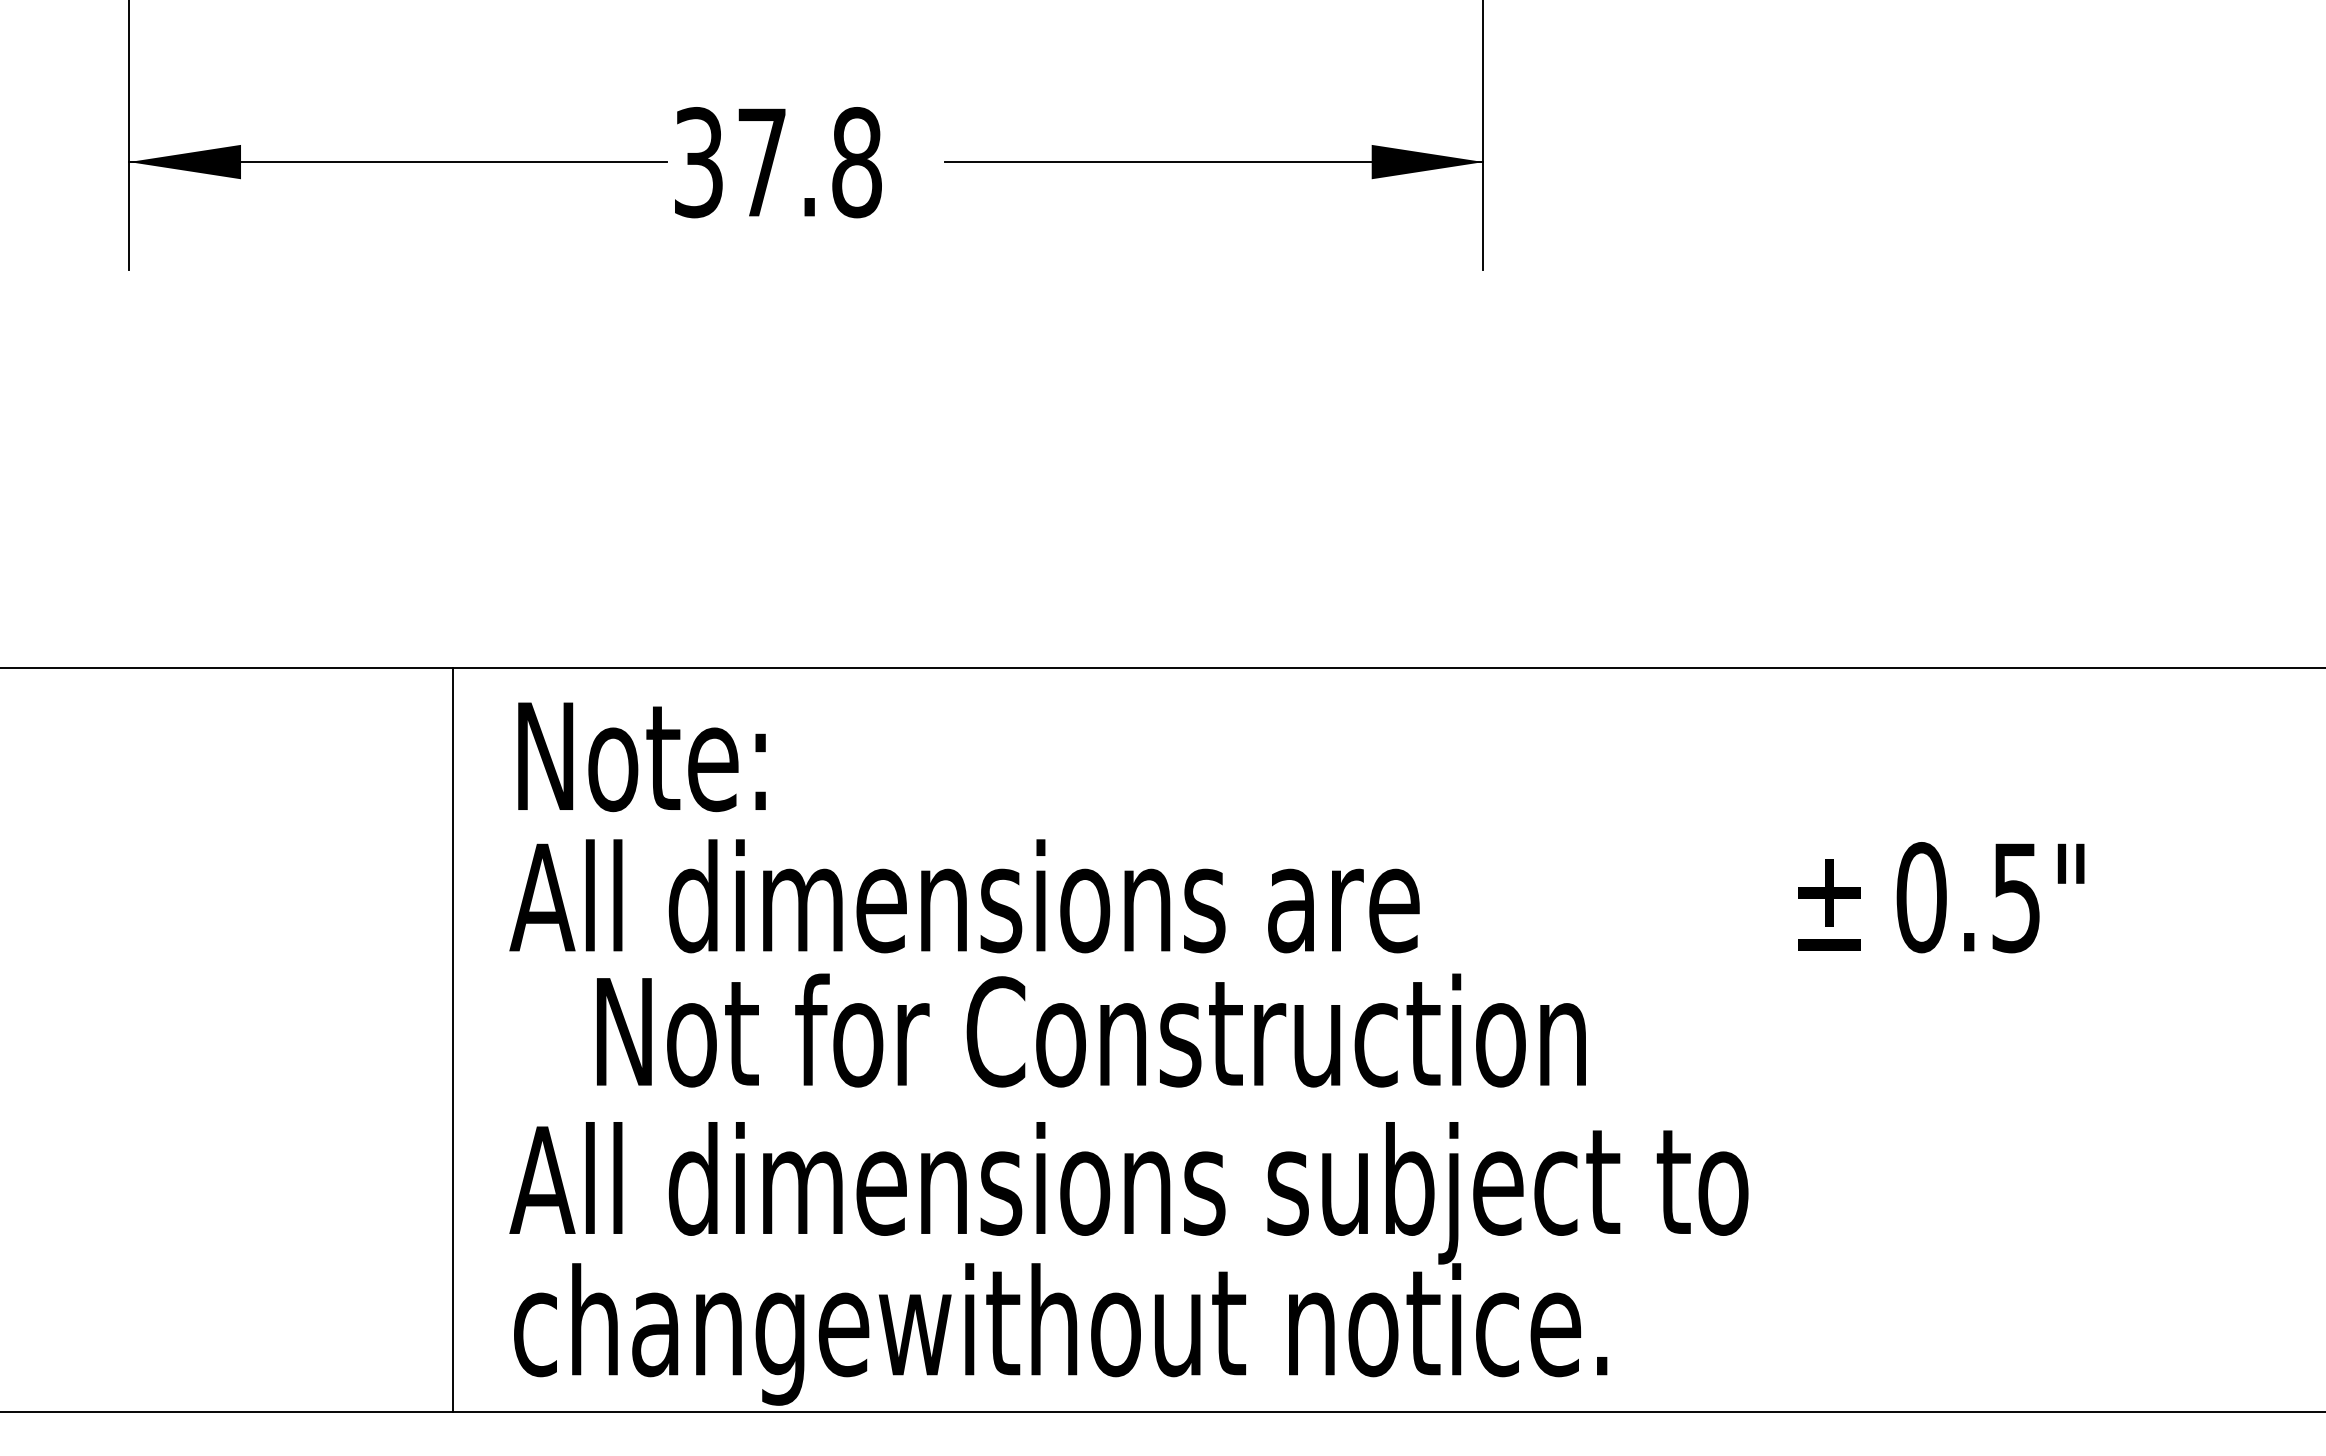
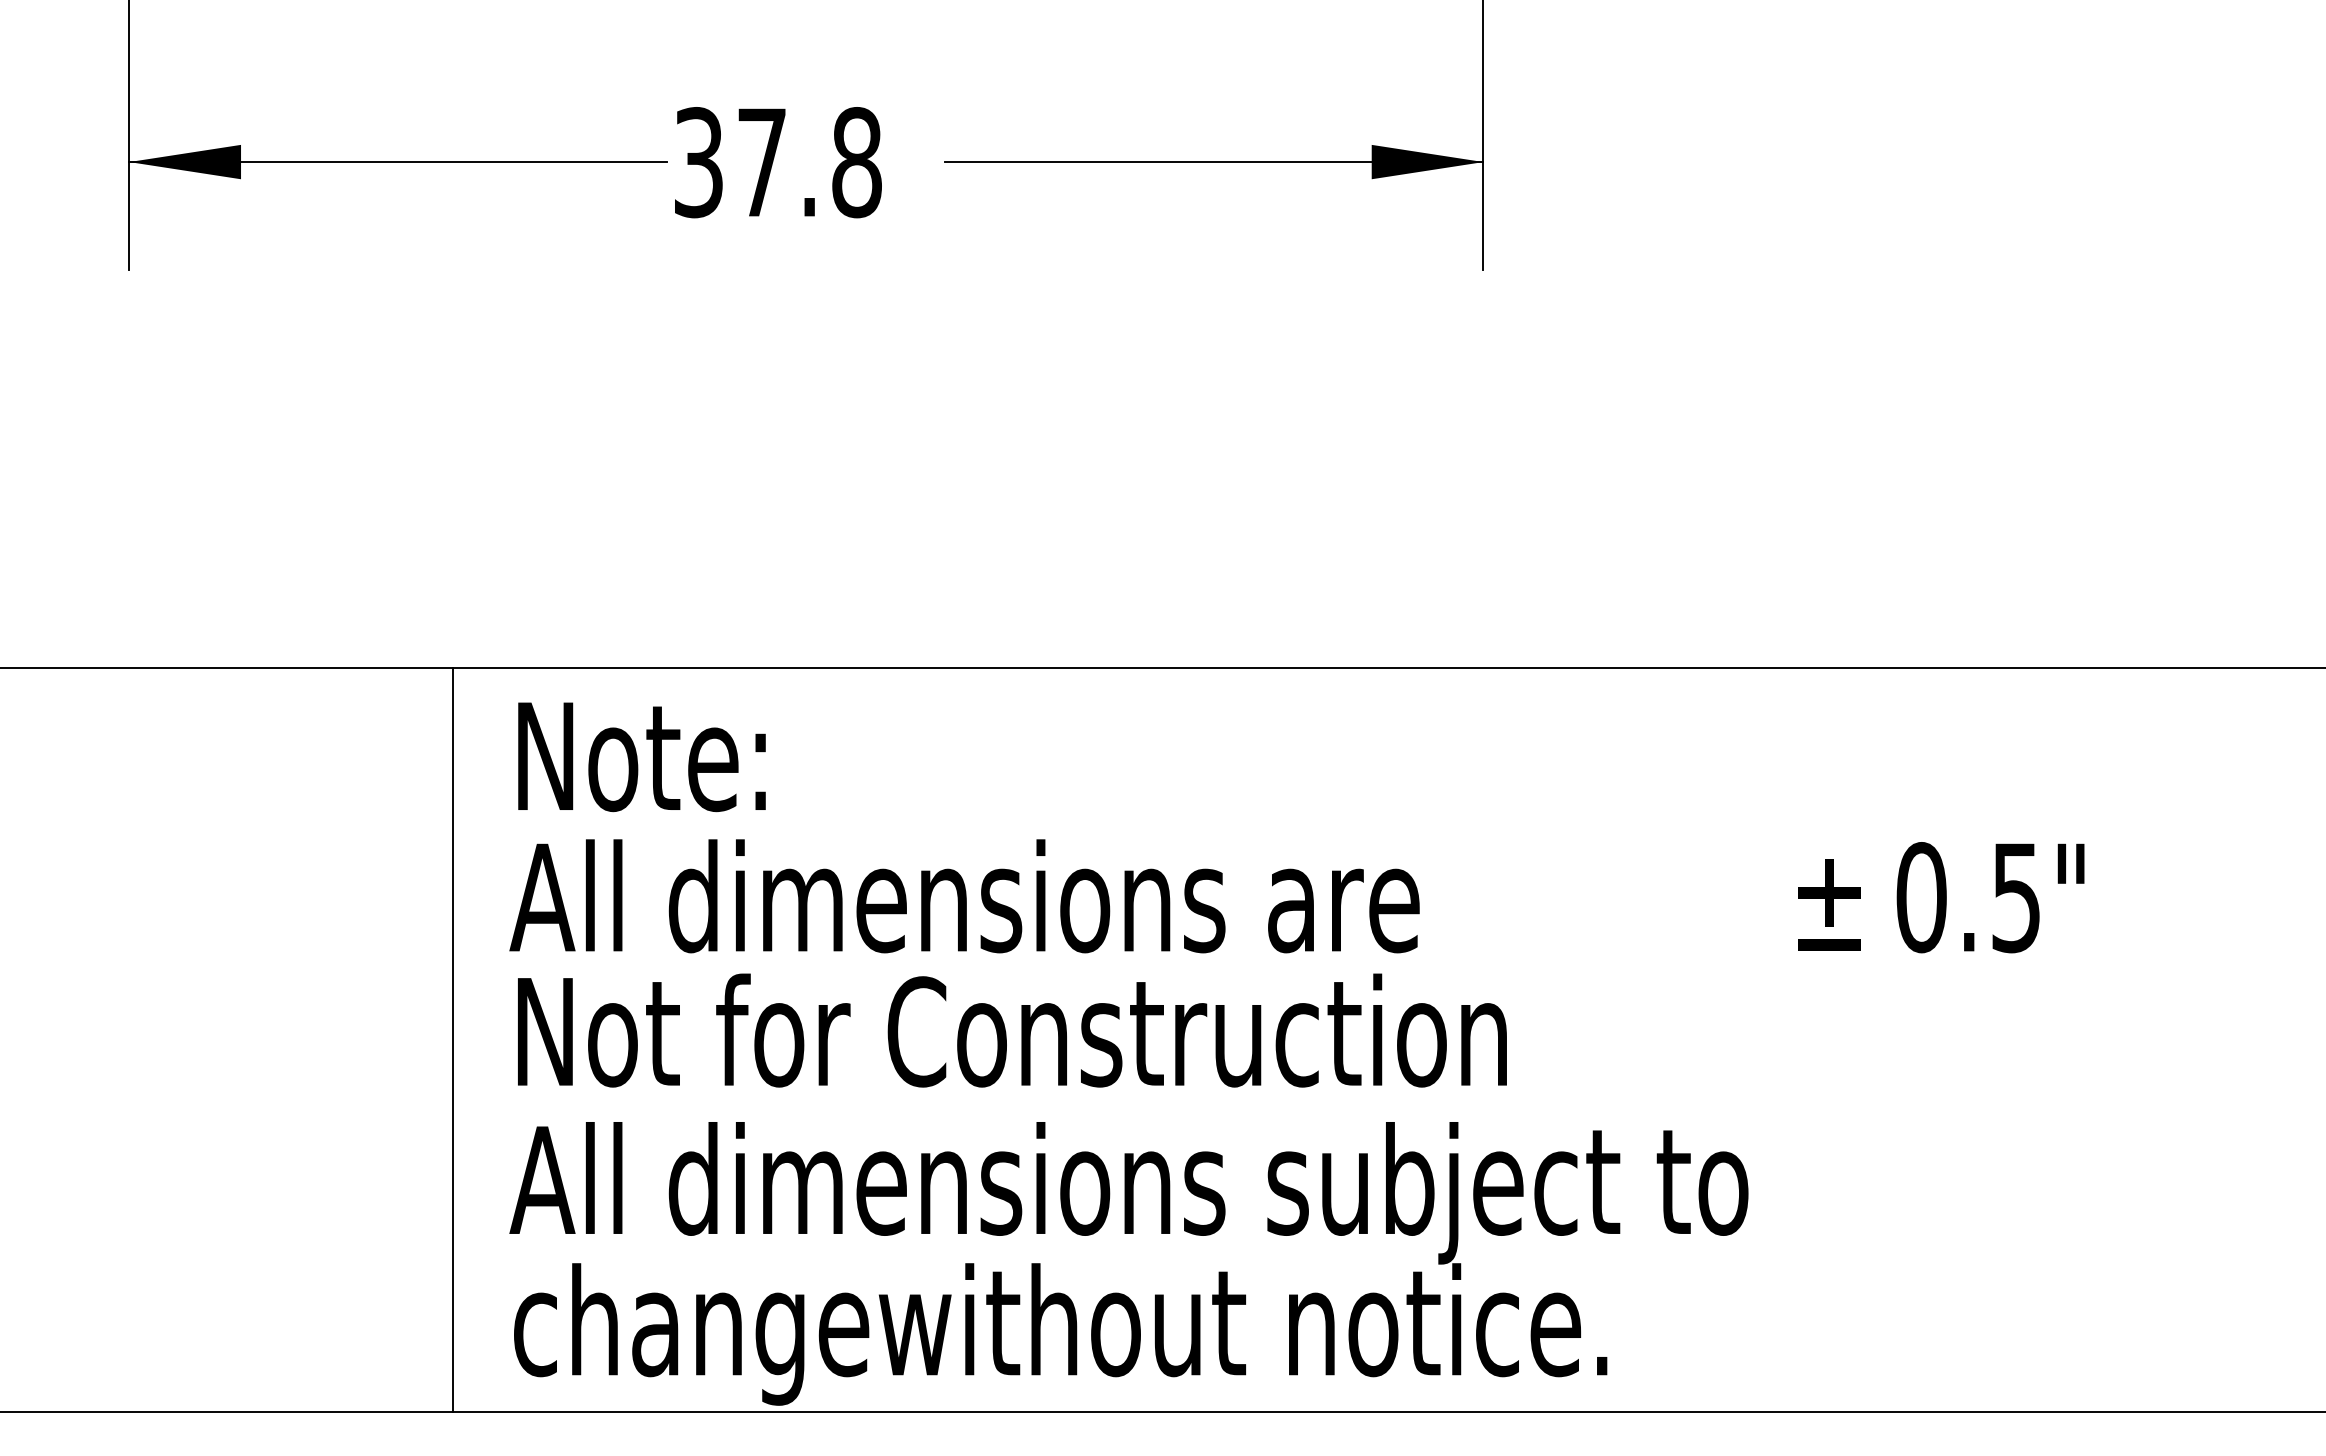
text at (1091, 1030) position: (1091, 1030) -> (1012, 1030)
